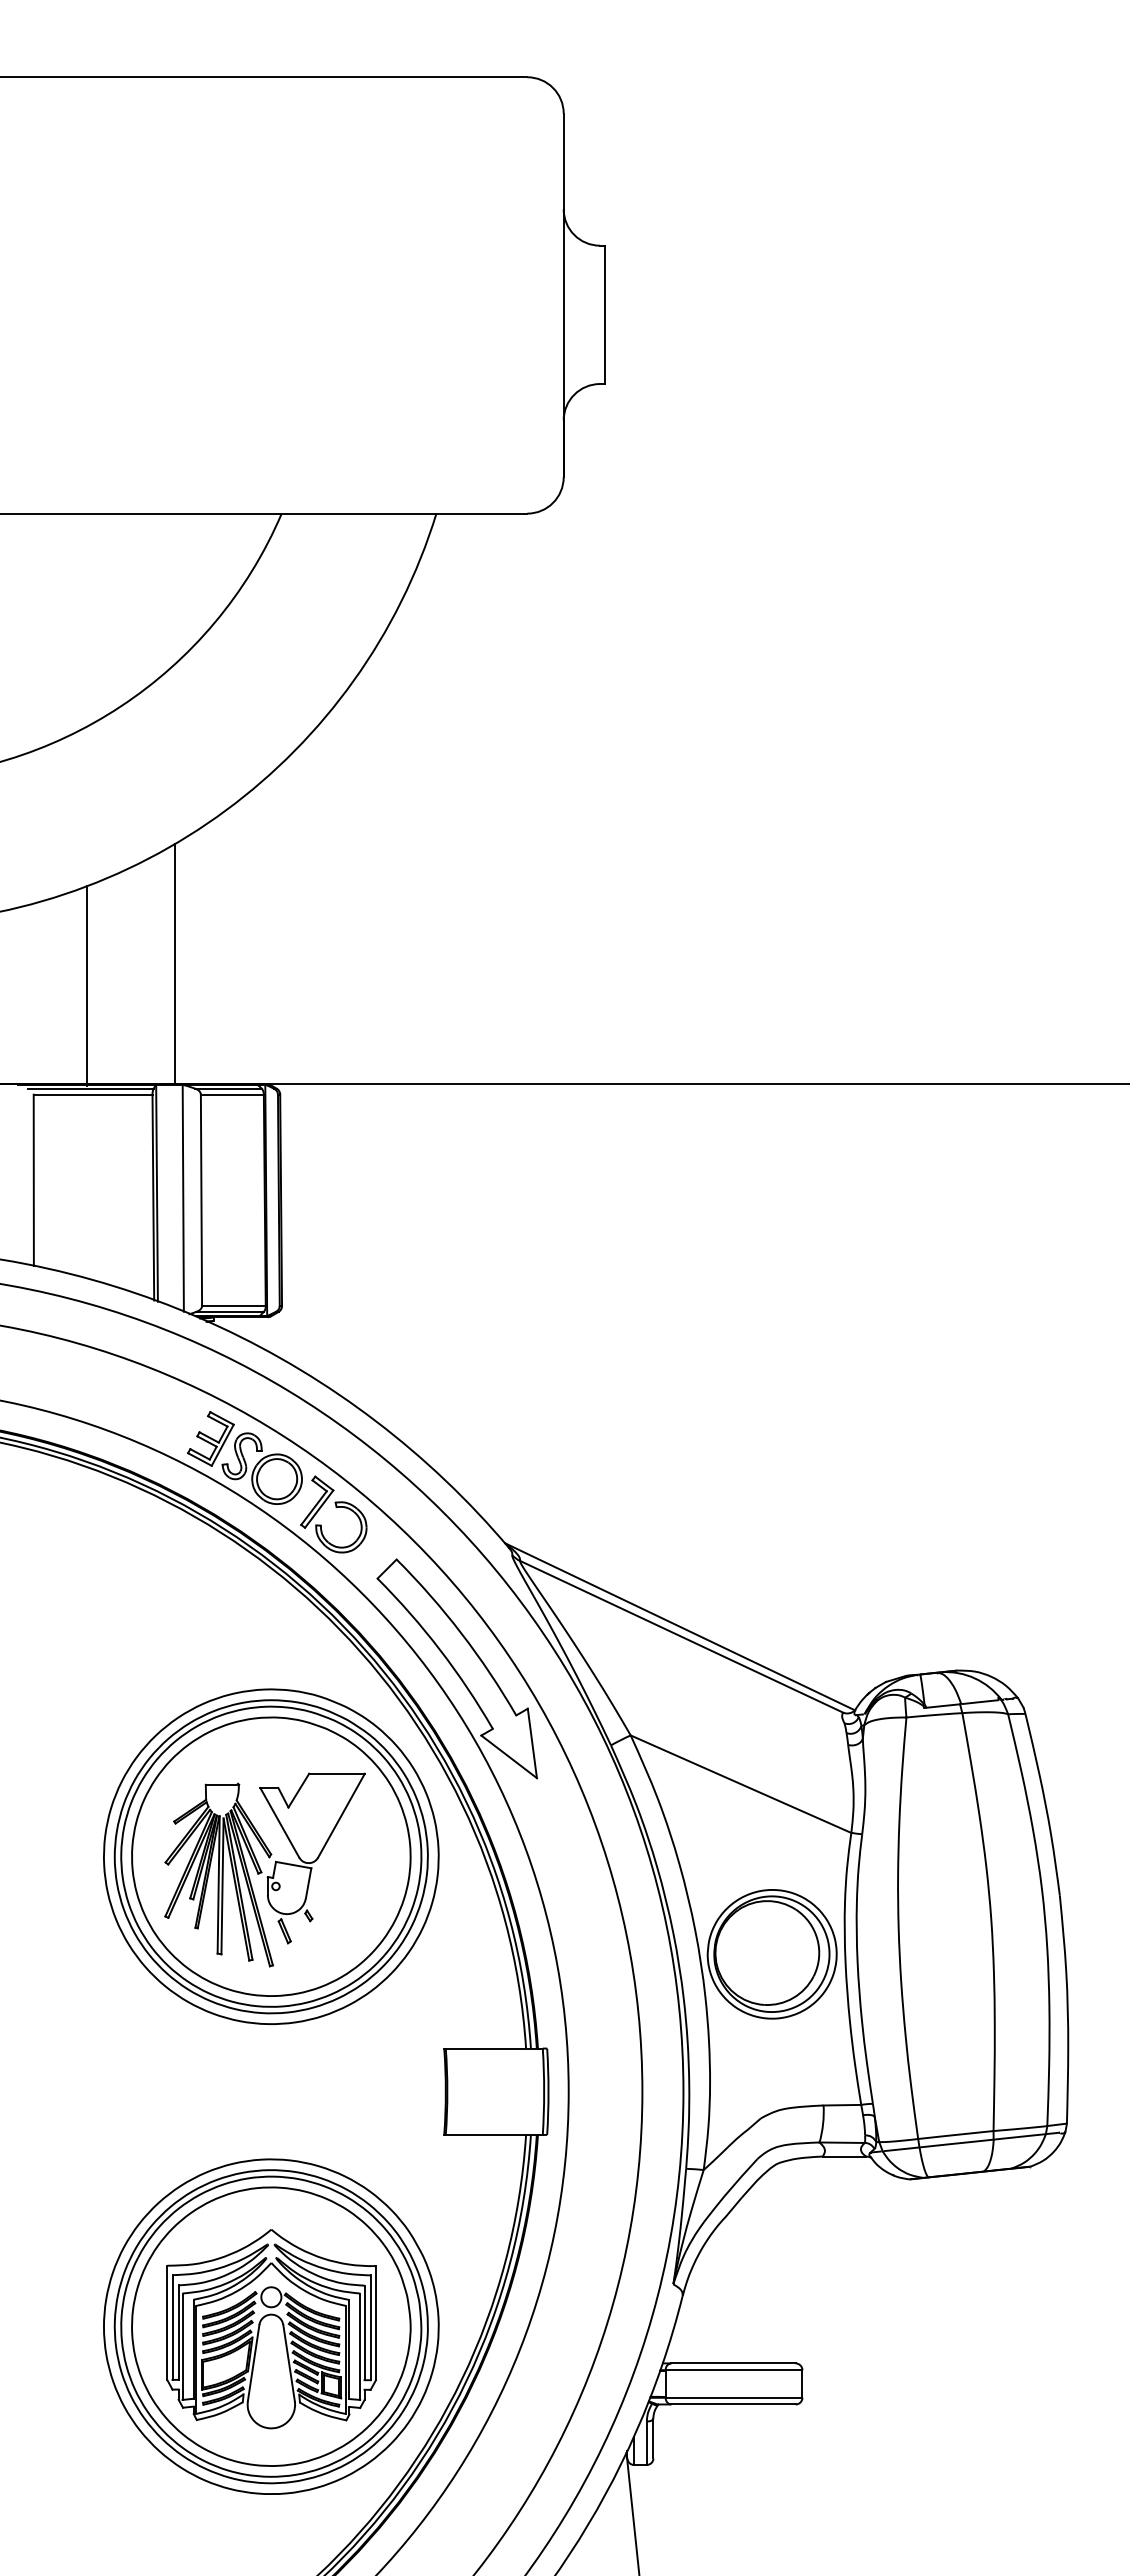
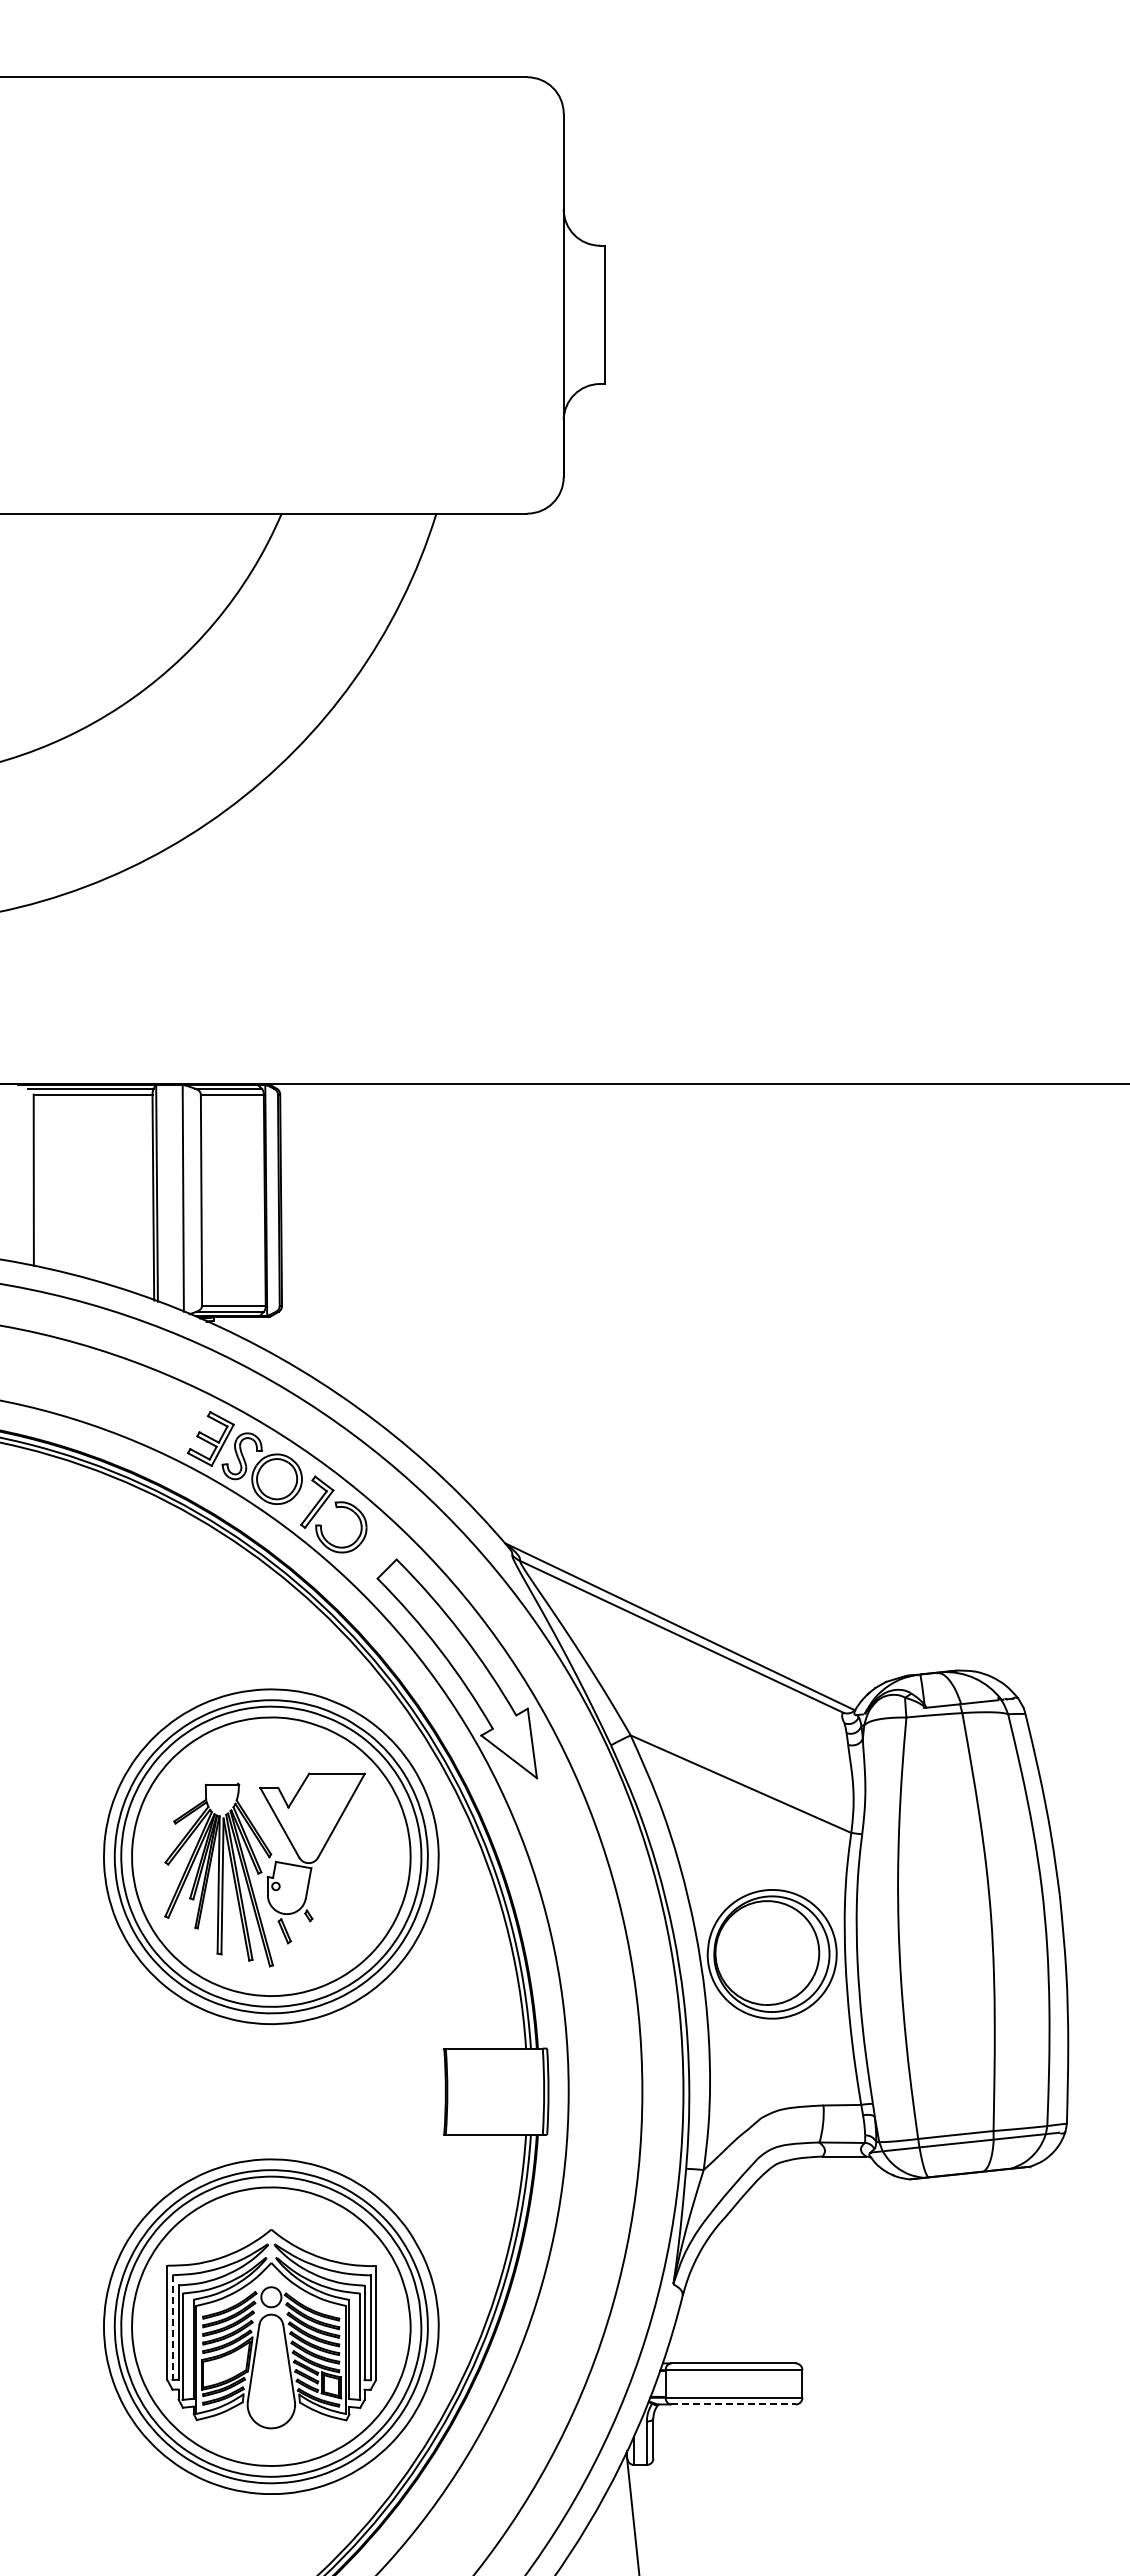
line at (174, 964): present -> none
line at (87, 986): present -> none
line at (172, 2328): solid -> dashed
line at (734, 2404): solid -> dashed
